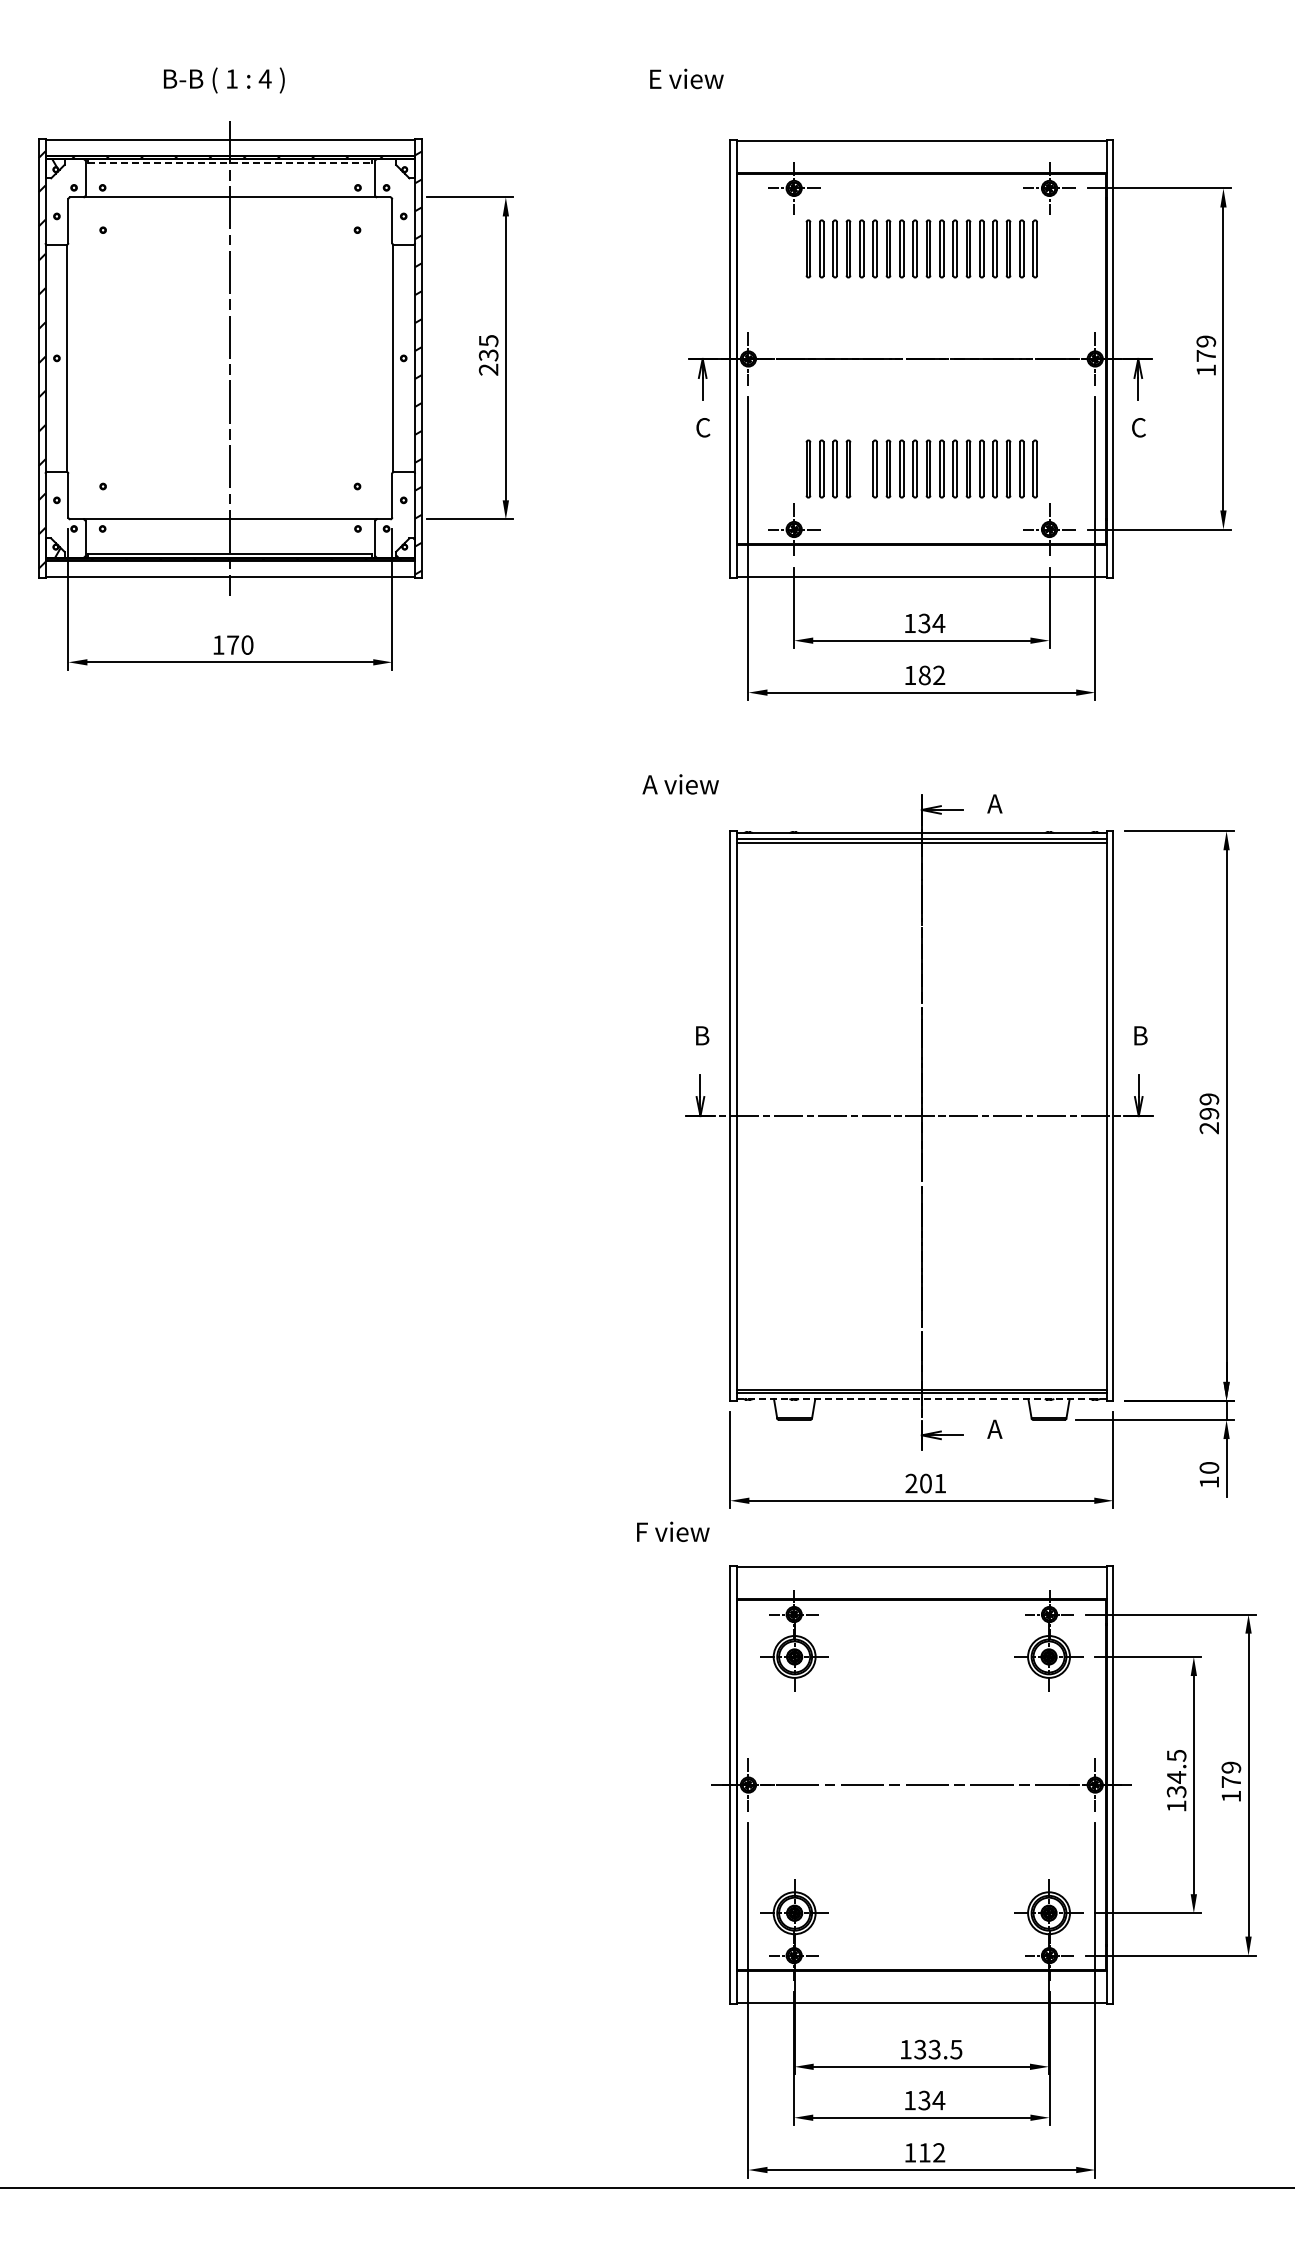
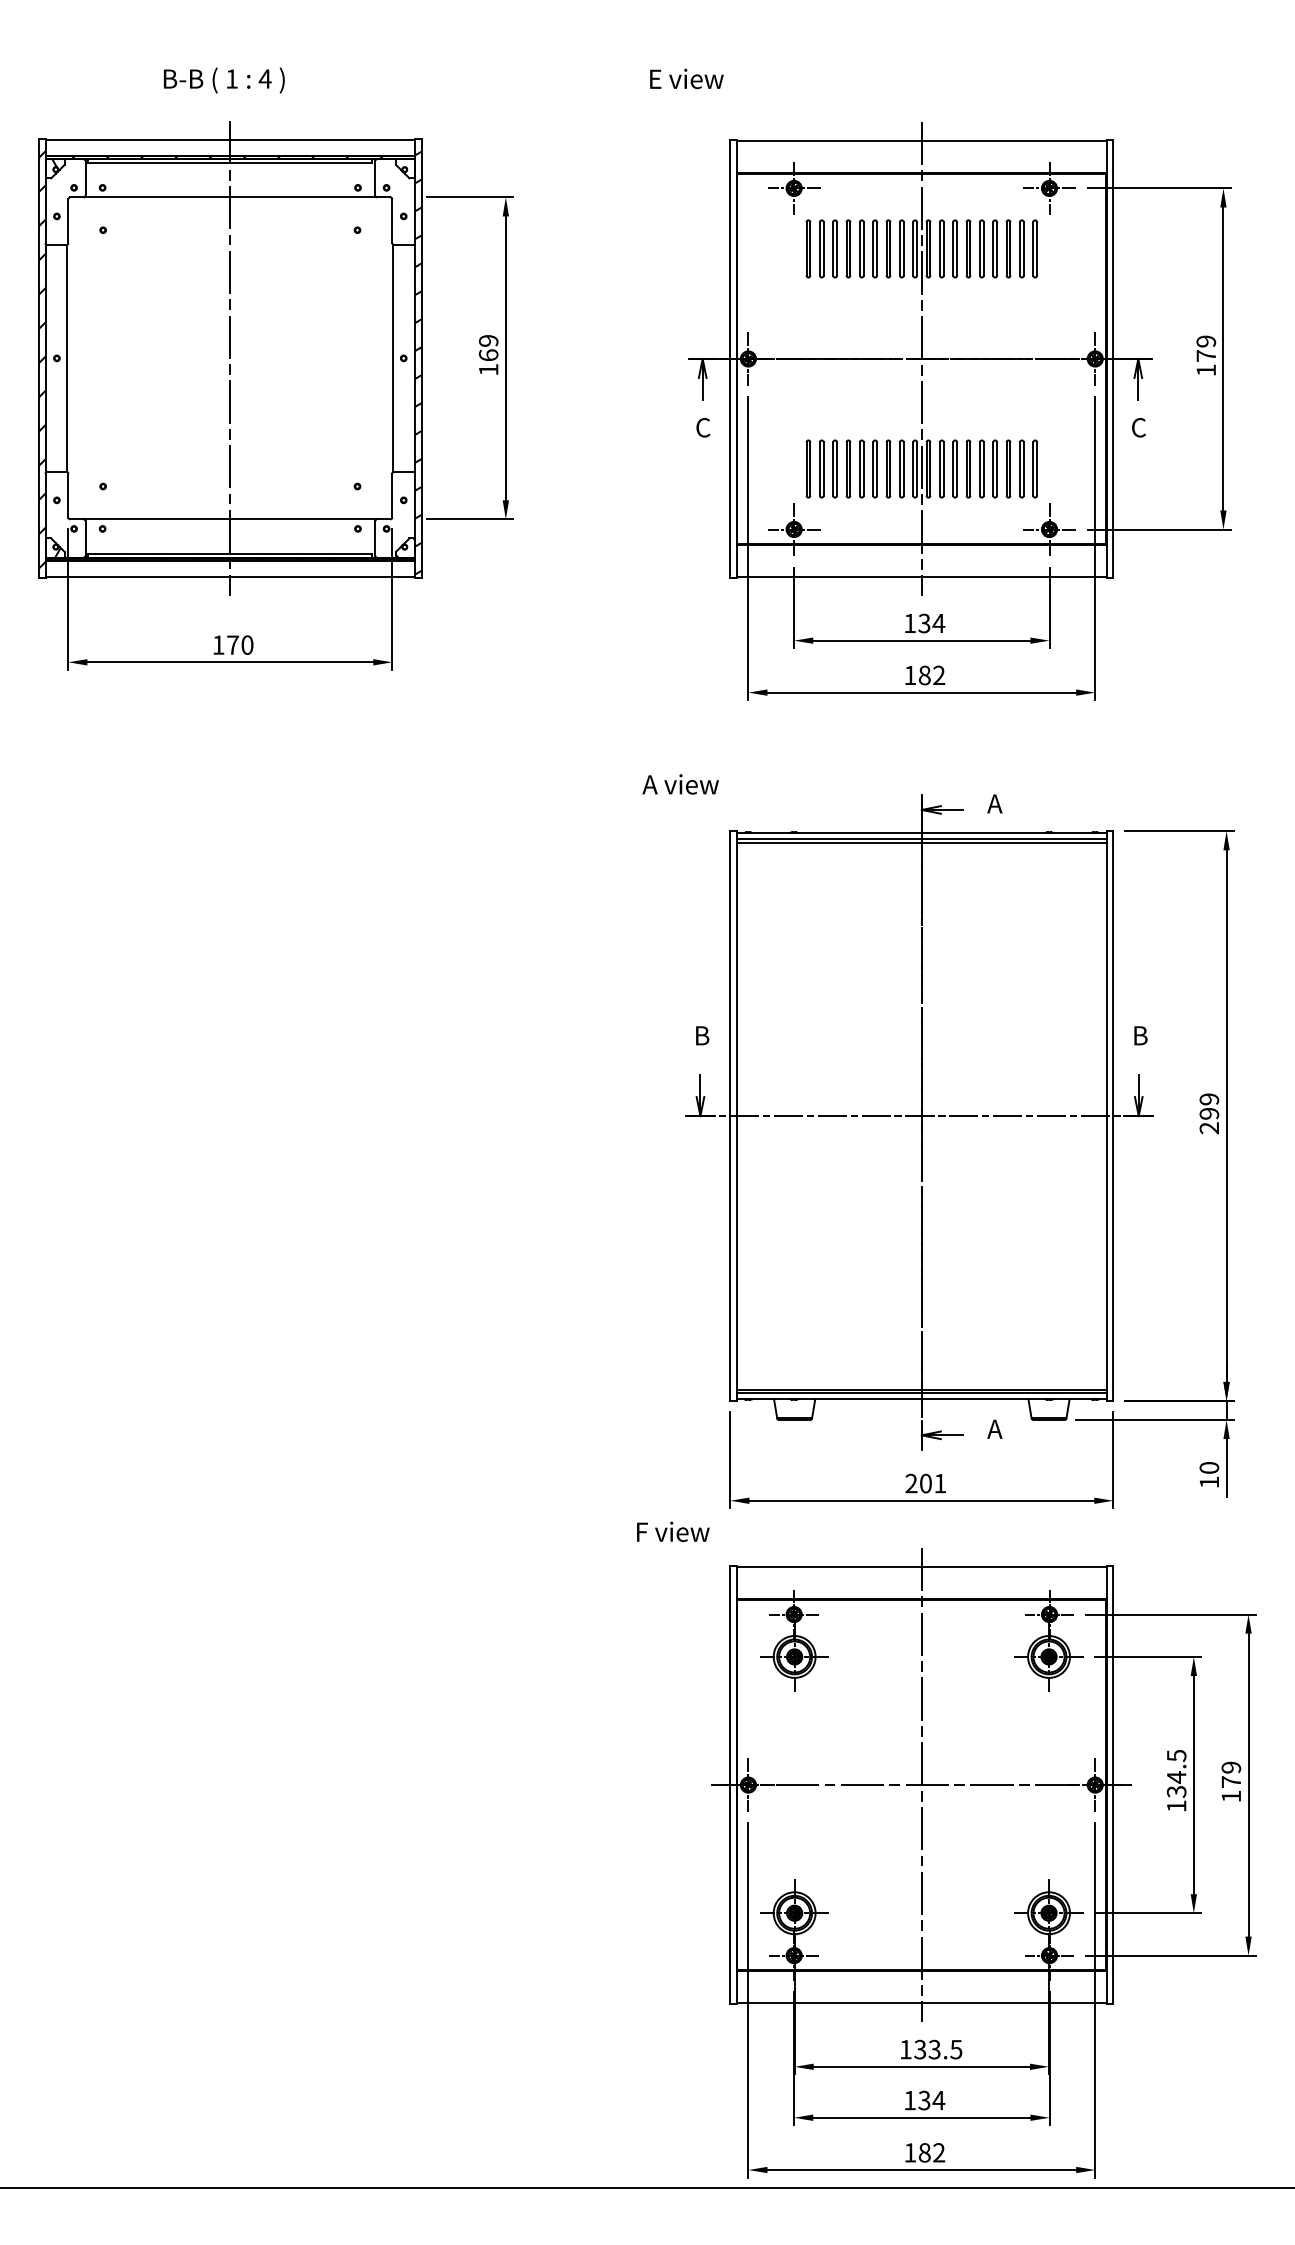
line at (230, 163): dashed -> solid
text at (488, 355): 235 -> 169
line at (921, 358): none -> present
part at (861, 468): none -> present
line at (921, 1399): dashed -> solid
line at (921, 1784): none -> present
text at (924, 2152): 112 -> 182
